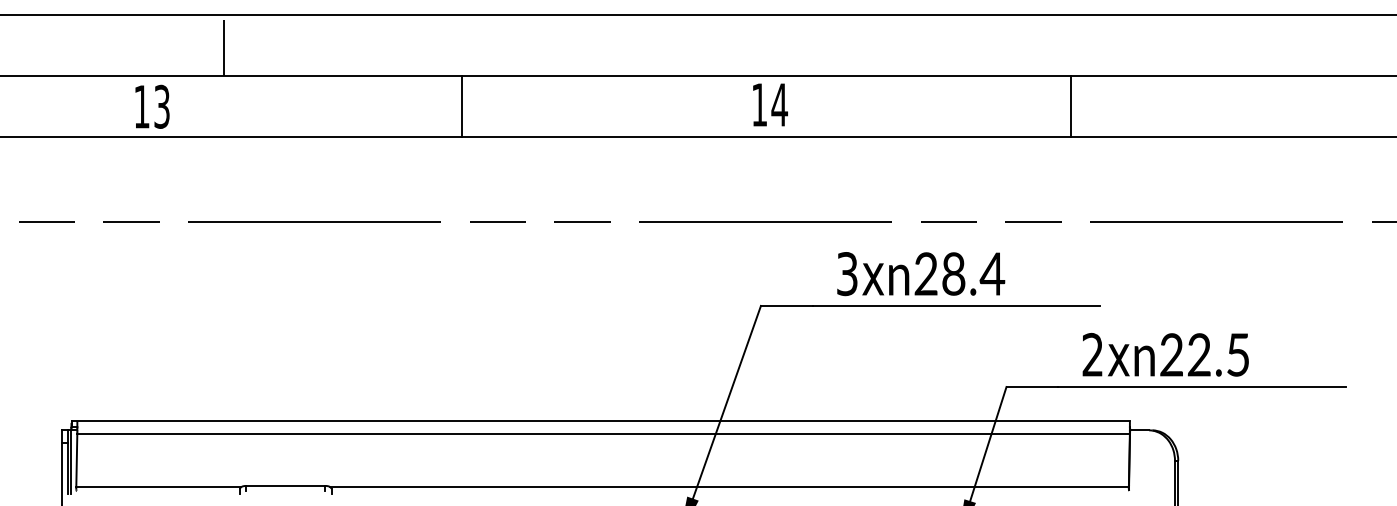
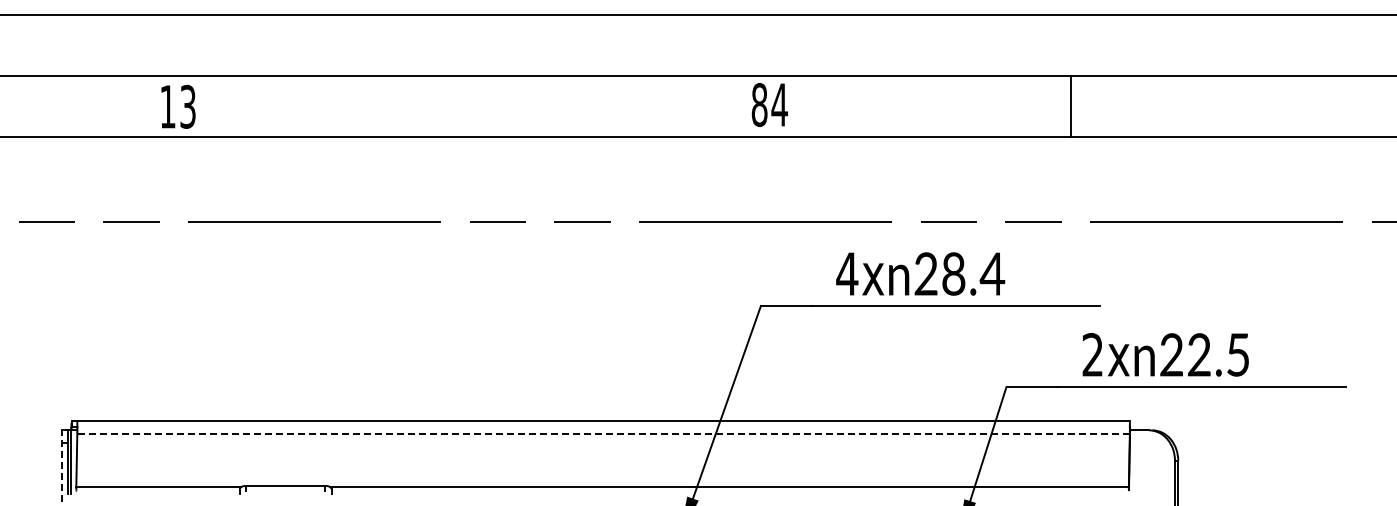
line at (224, 44): present -> none
text at (759, 104): 14 -> 84
line at (461, 105): present -> none
text at (152, 106) position: (152, 106) -> (178, 106)
text at (847, 274): 3x -> 4x
line at (603, 433): solid -> dashed
line at (62, 467): solid -> dashed
